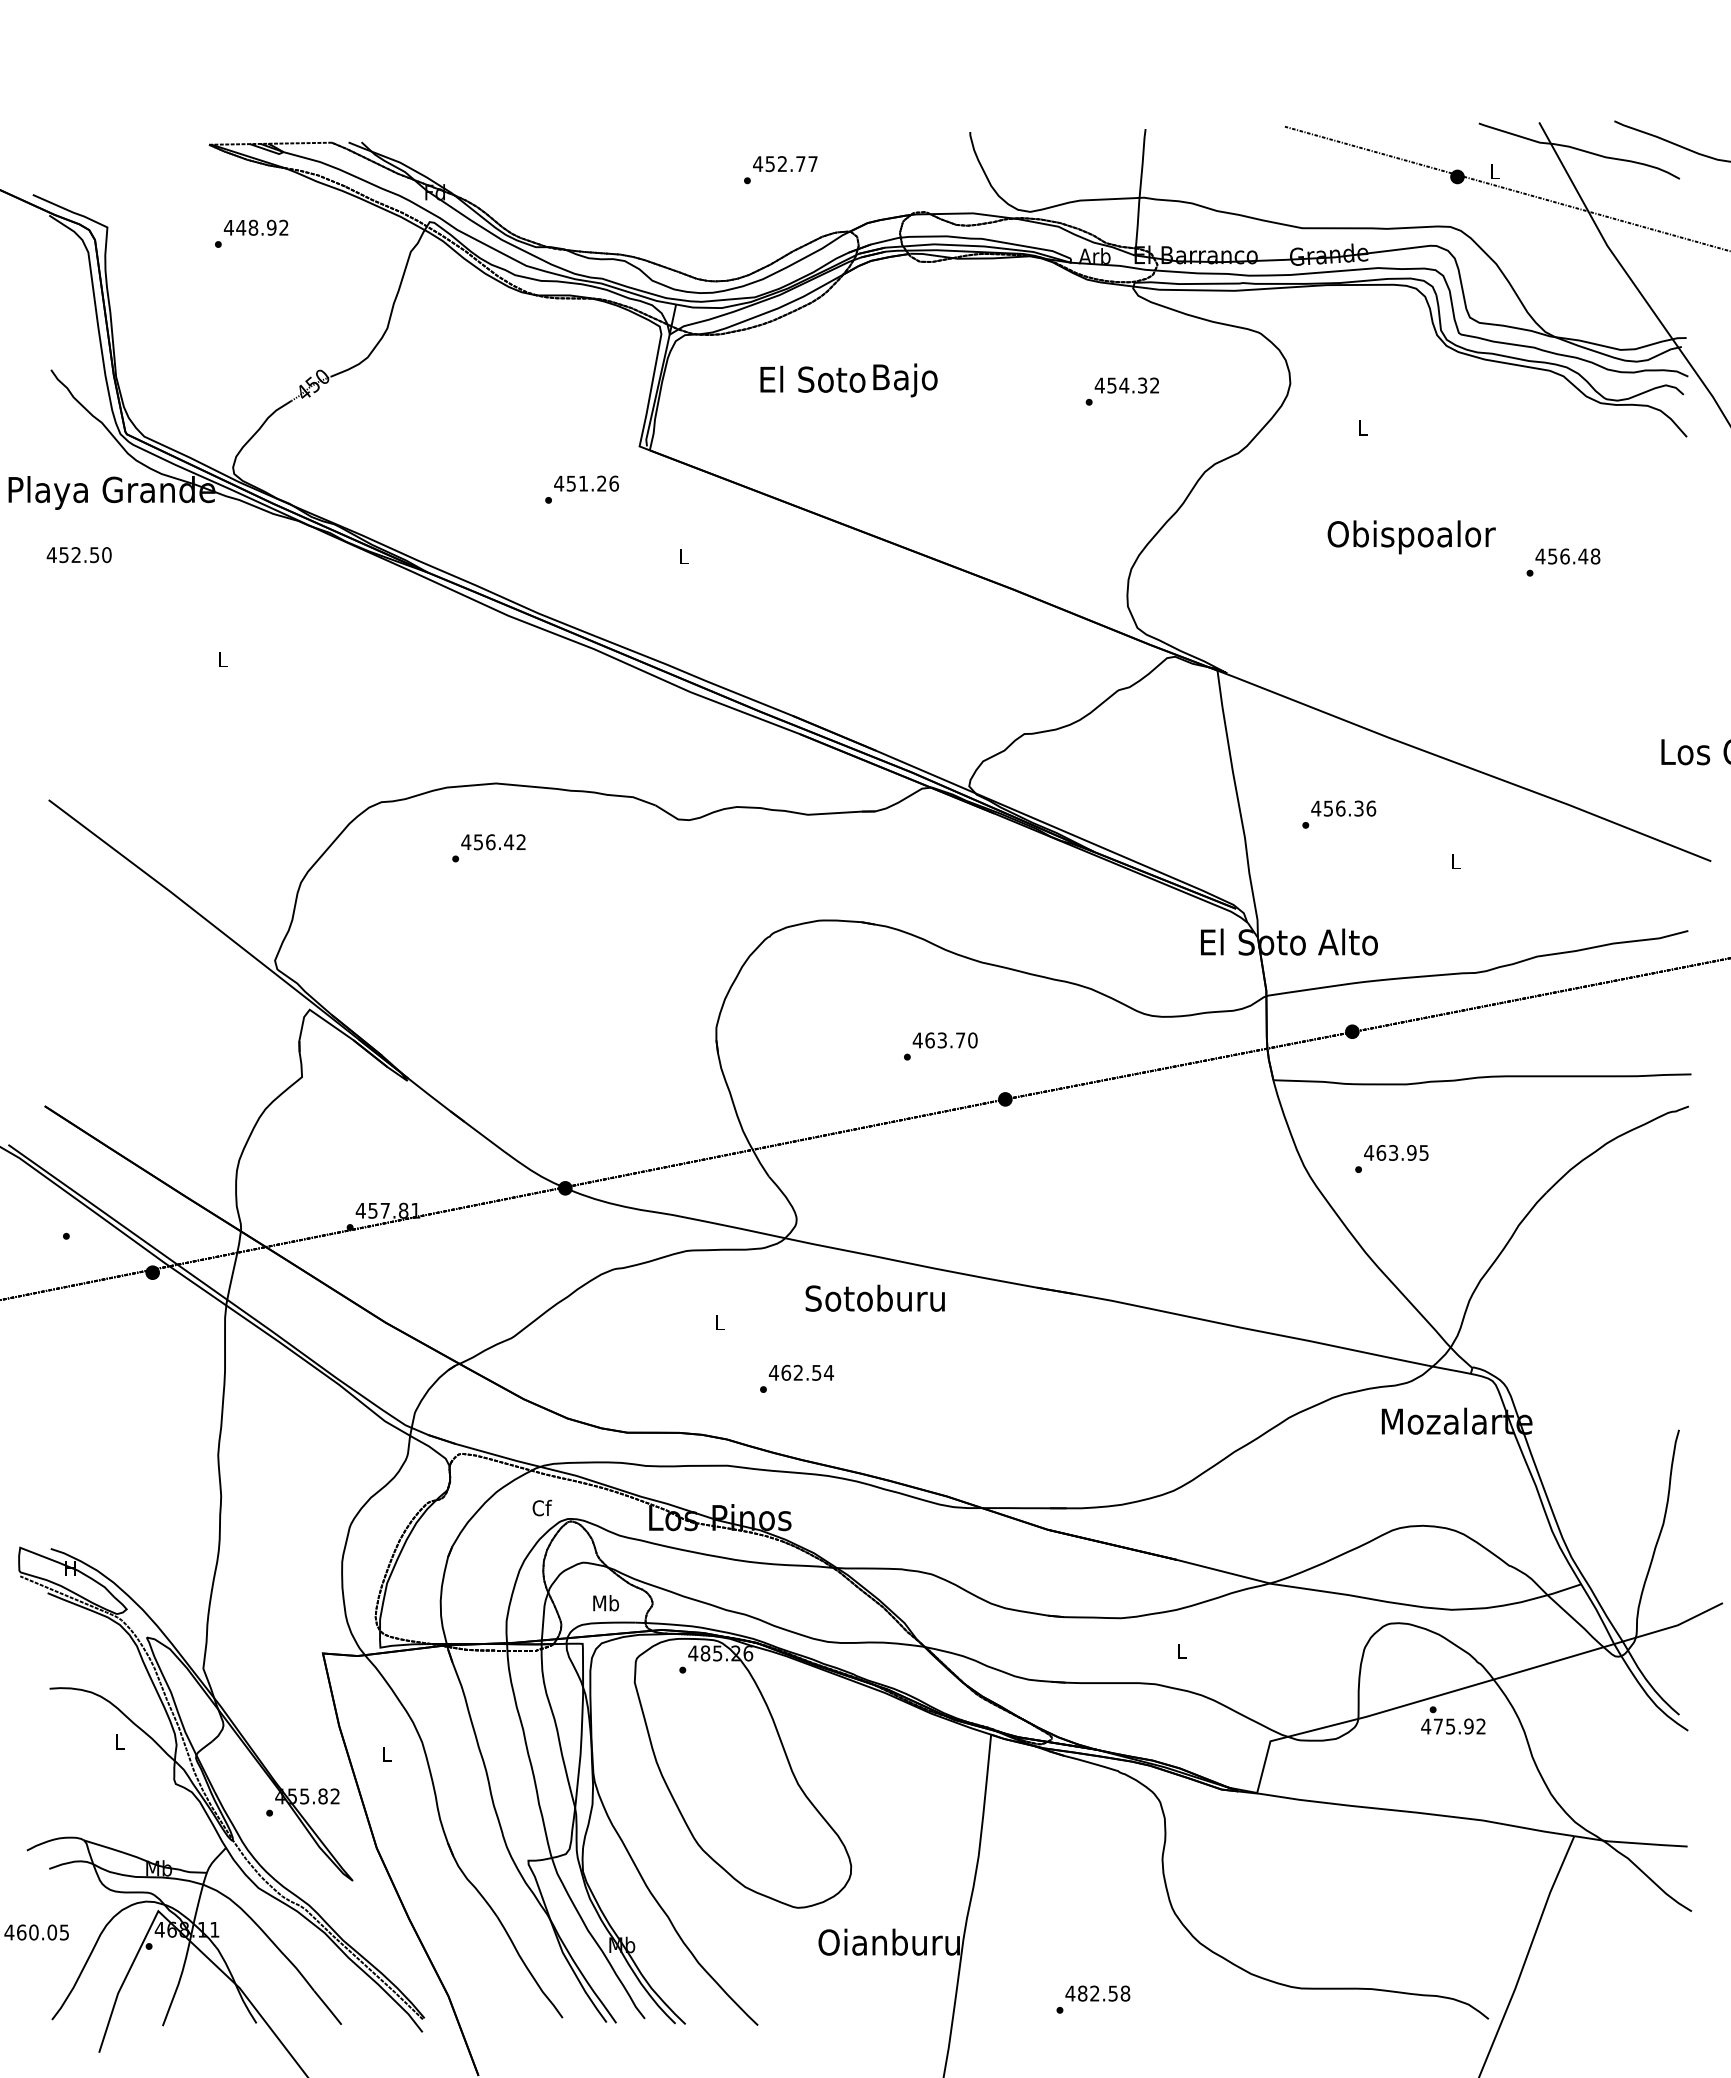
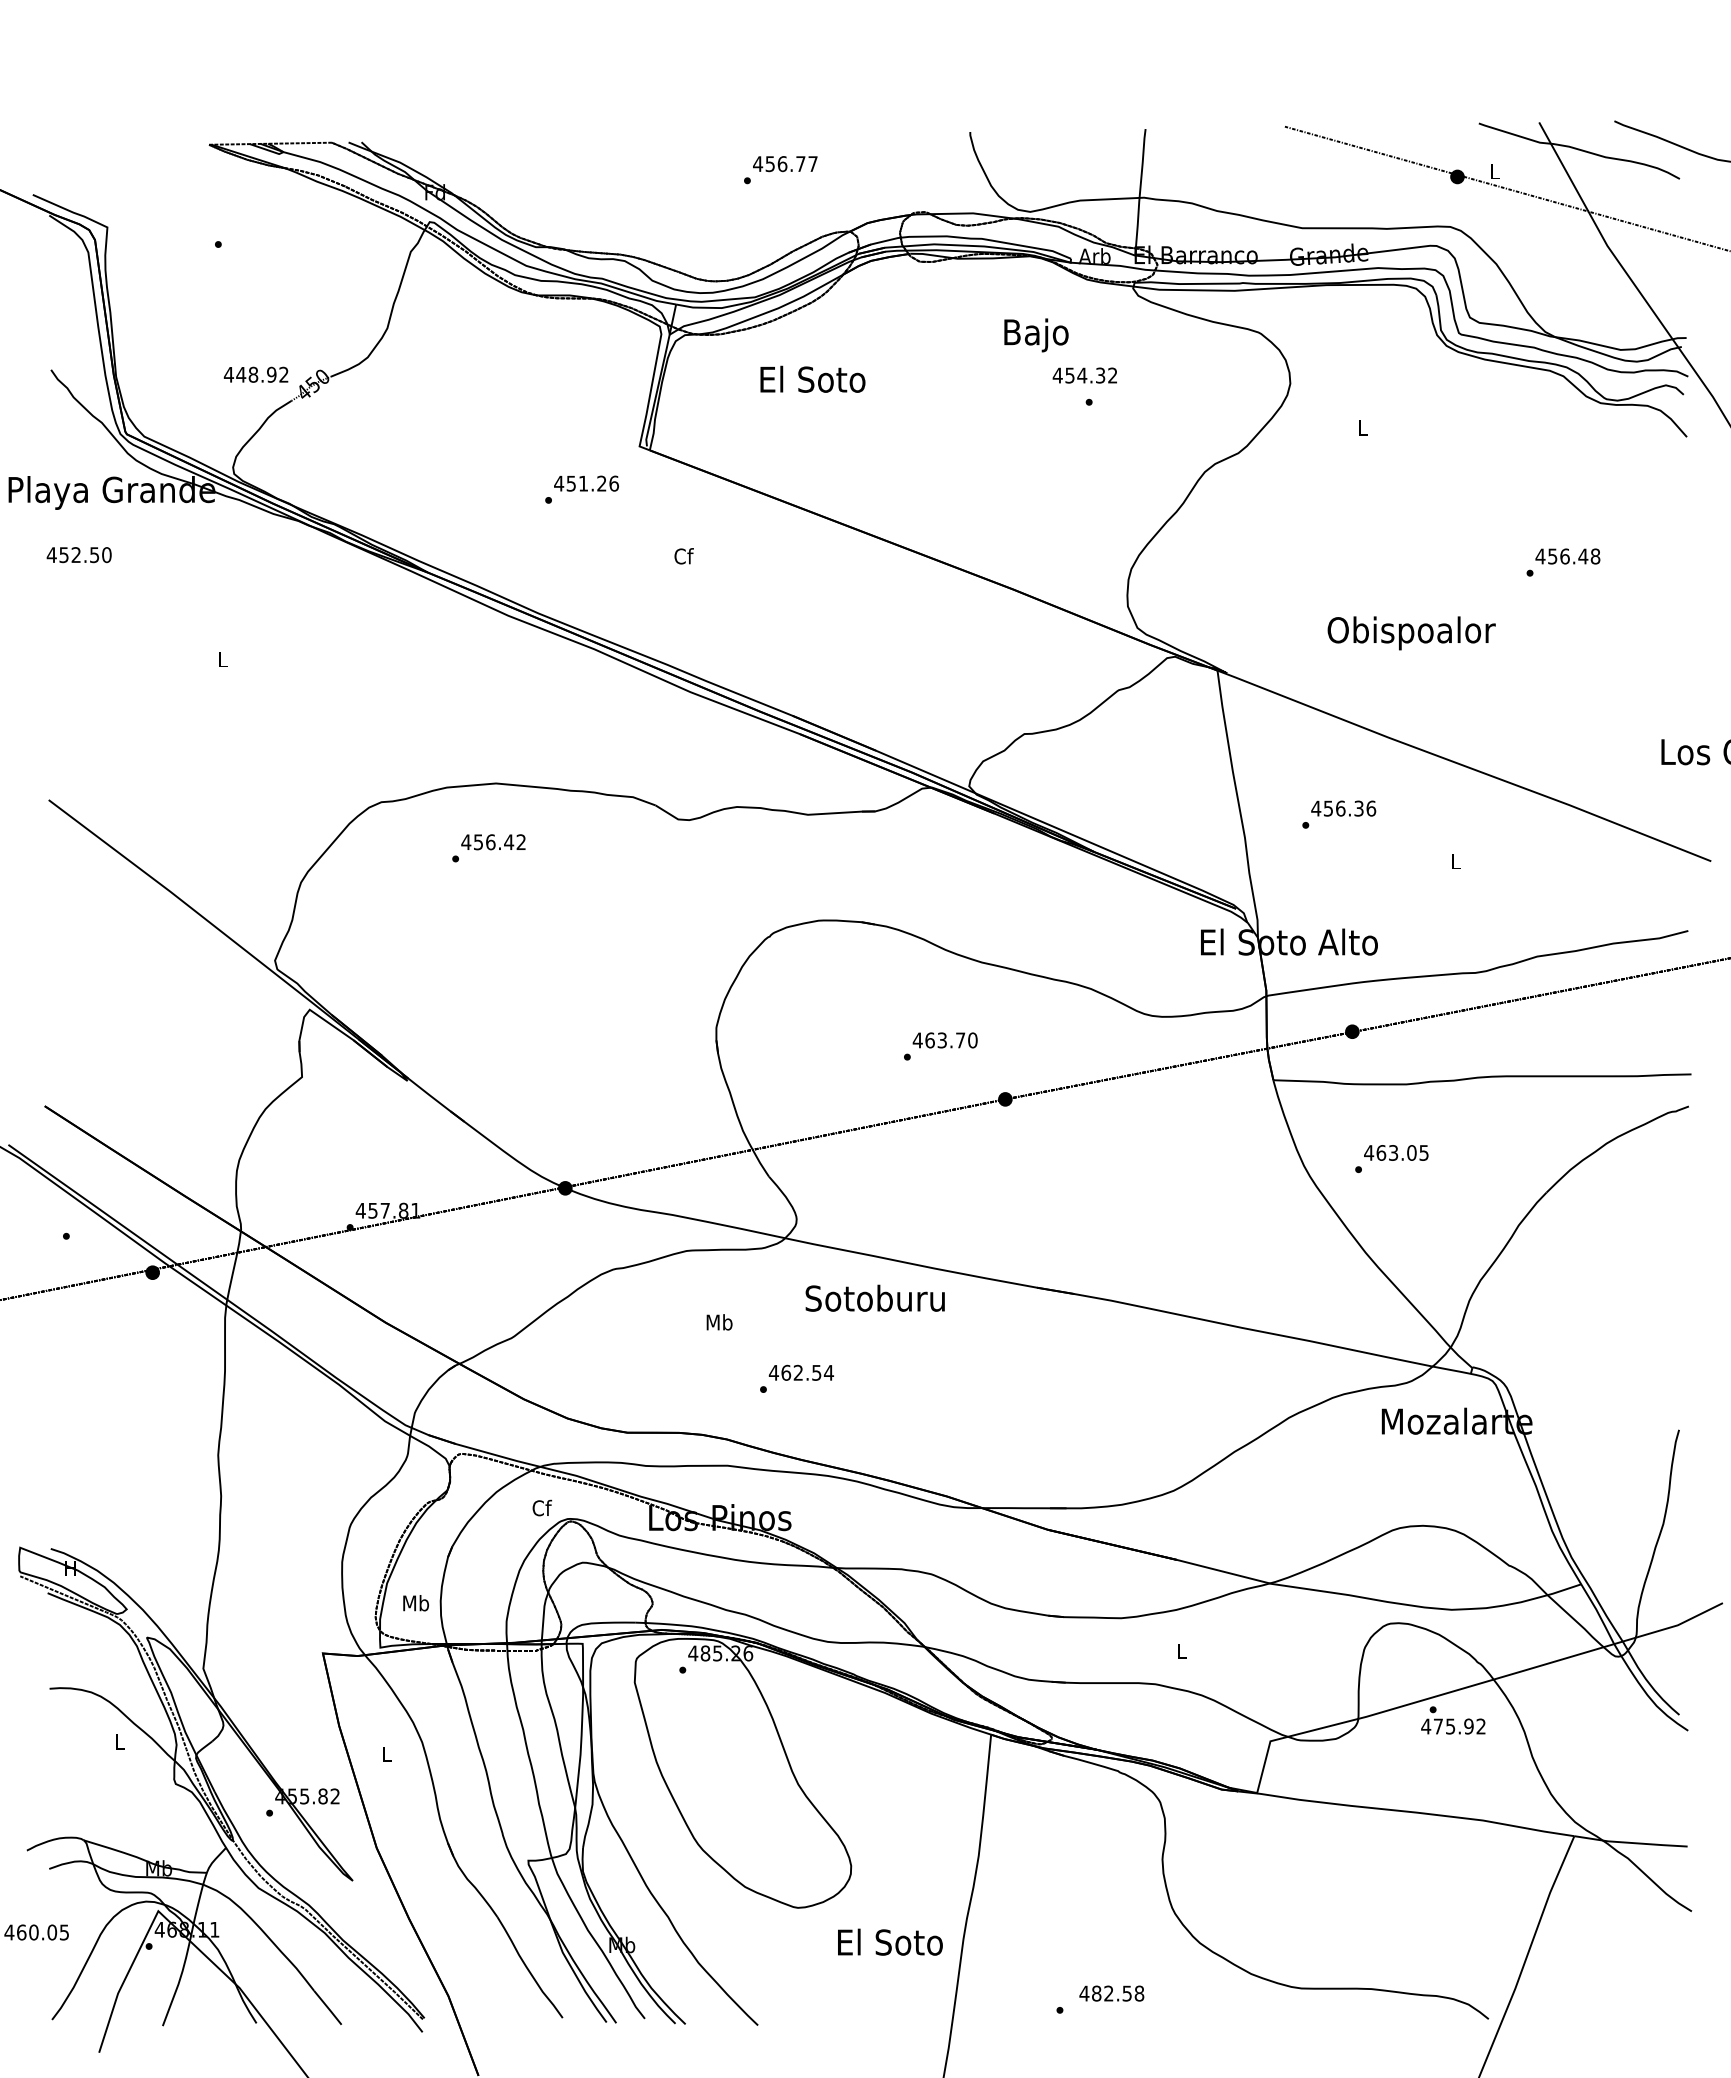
text at (782, 164): 452.77 -> 456.77
text at (255, 227) position: (255, 227) -> (255, 374)
text at (905, 380) position: (905, 380) -> (1036, 335)
text at (1126, 385) position: (1126, 385) -> (1084, 375)
text at (1411, 537) position: (1411, 537) -> (1411, 633)
text at (683, 556): L -> Cf
text at (1411, 1152): 463.95 -> 463.05
text at (719, 1322): L -> Mb
text at (605, 1603) position: (605, 1603) -> (415, 1603)
text at (888, 1941): Oianburu -> El Soto
text at (1097, 1993) position: (1097, 1993) -> (1111, 1993)
